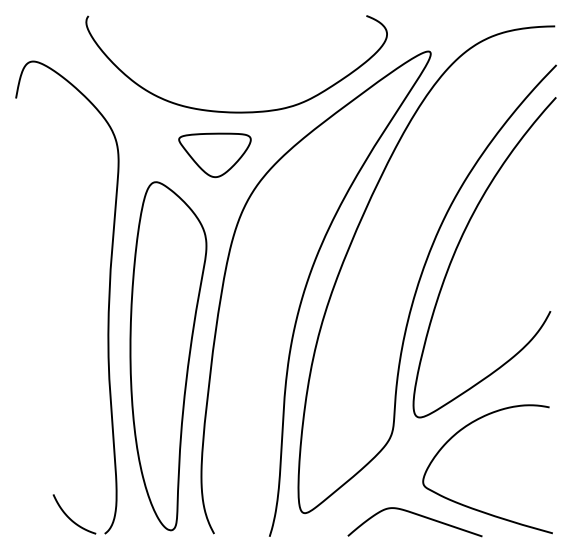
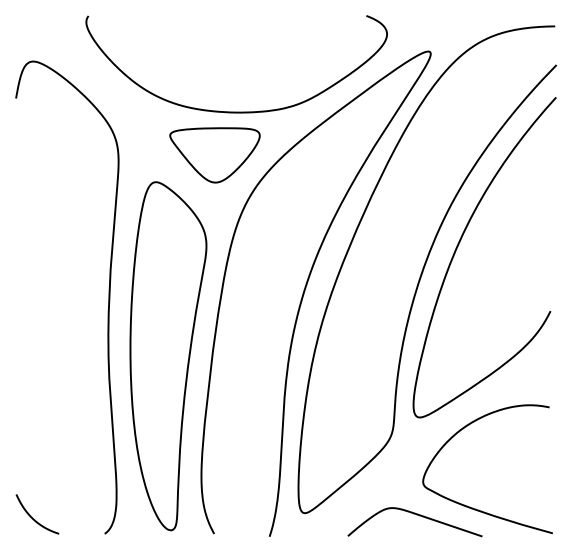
part at (214, 155) size: 74x47 px -> 92x57 px
curve at (72, 519) position: (72, 519) -> (35, 519)
